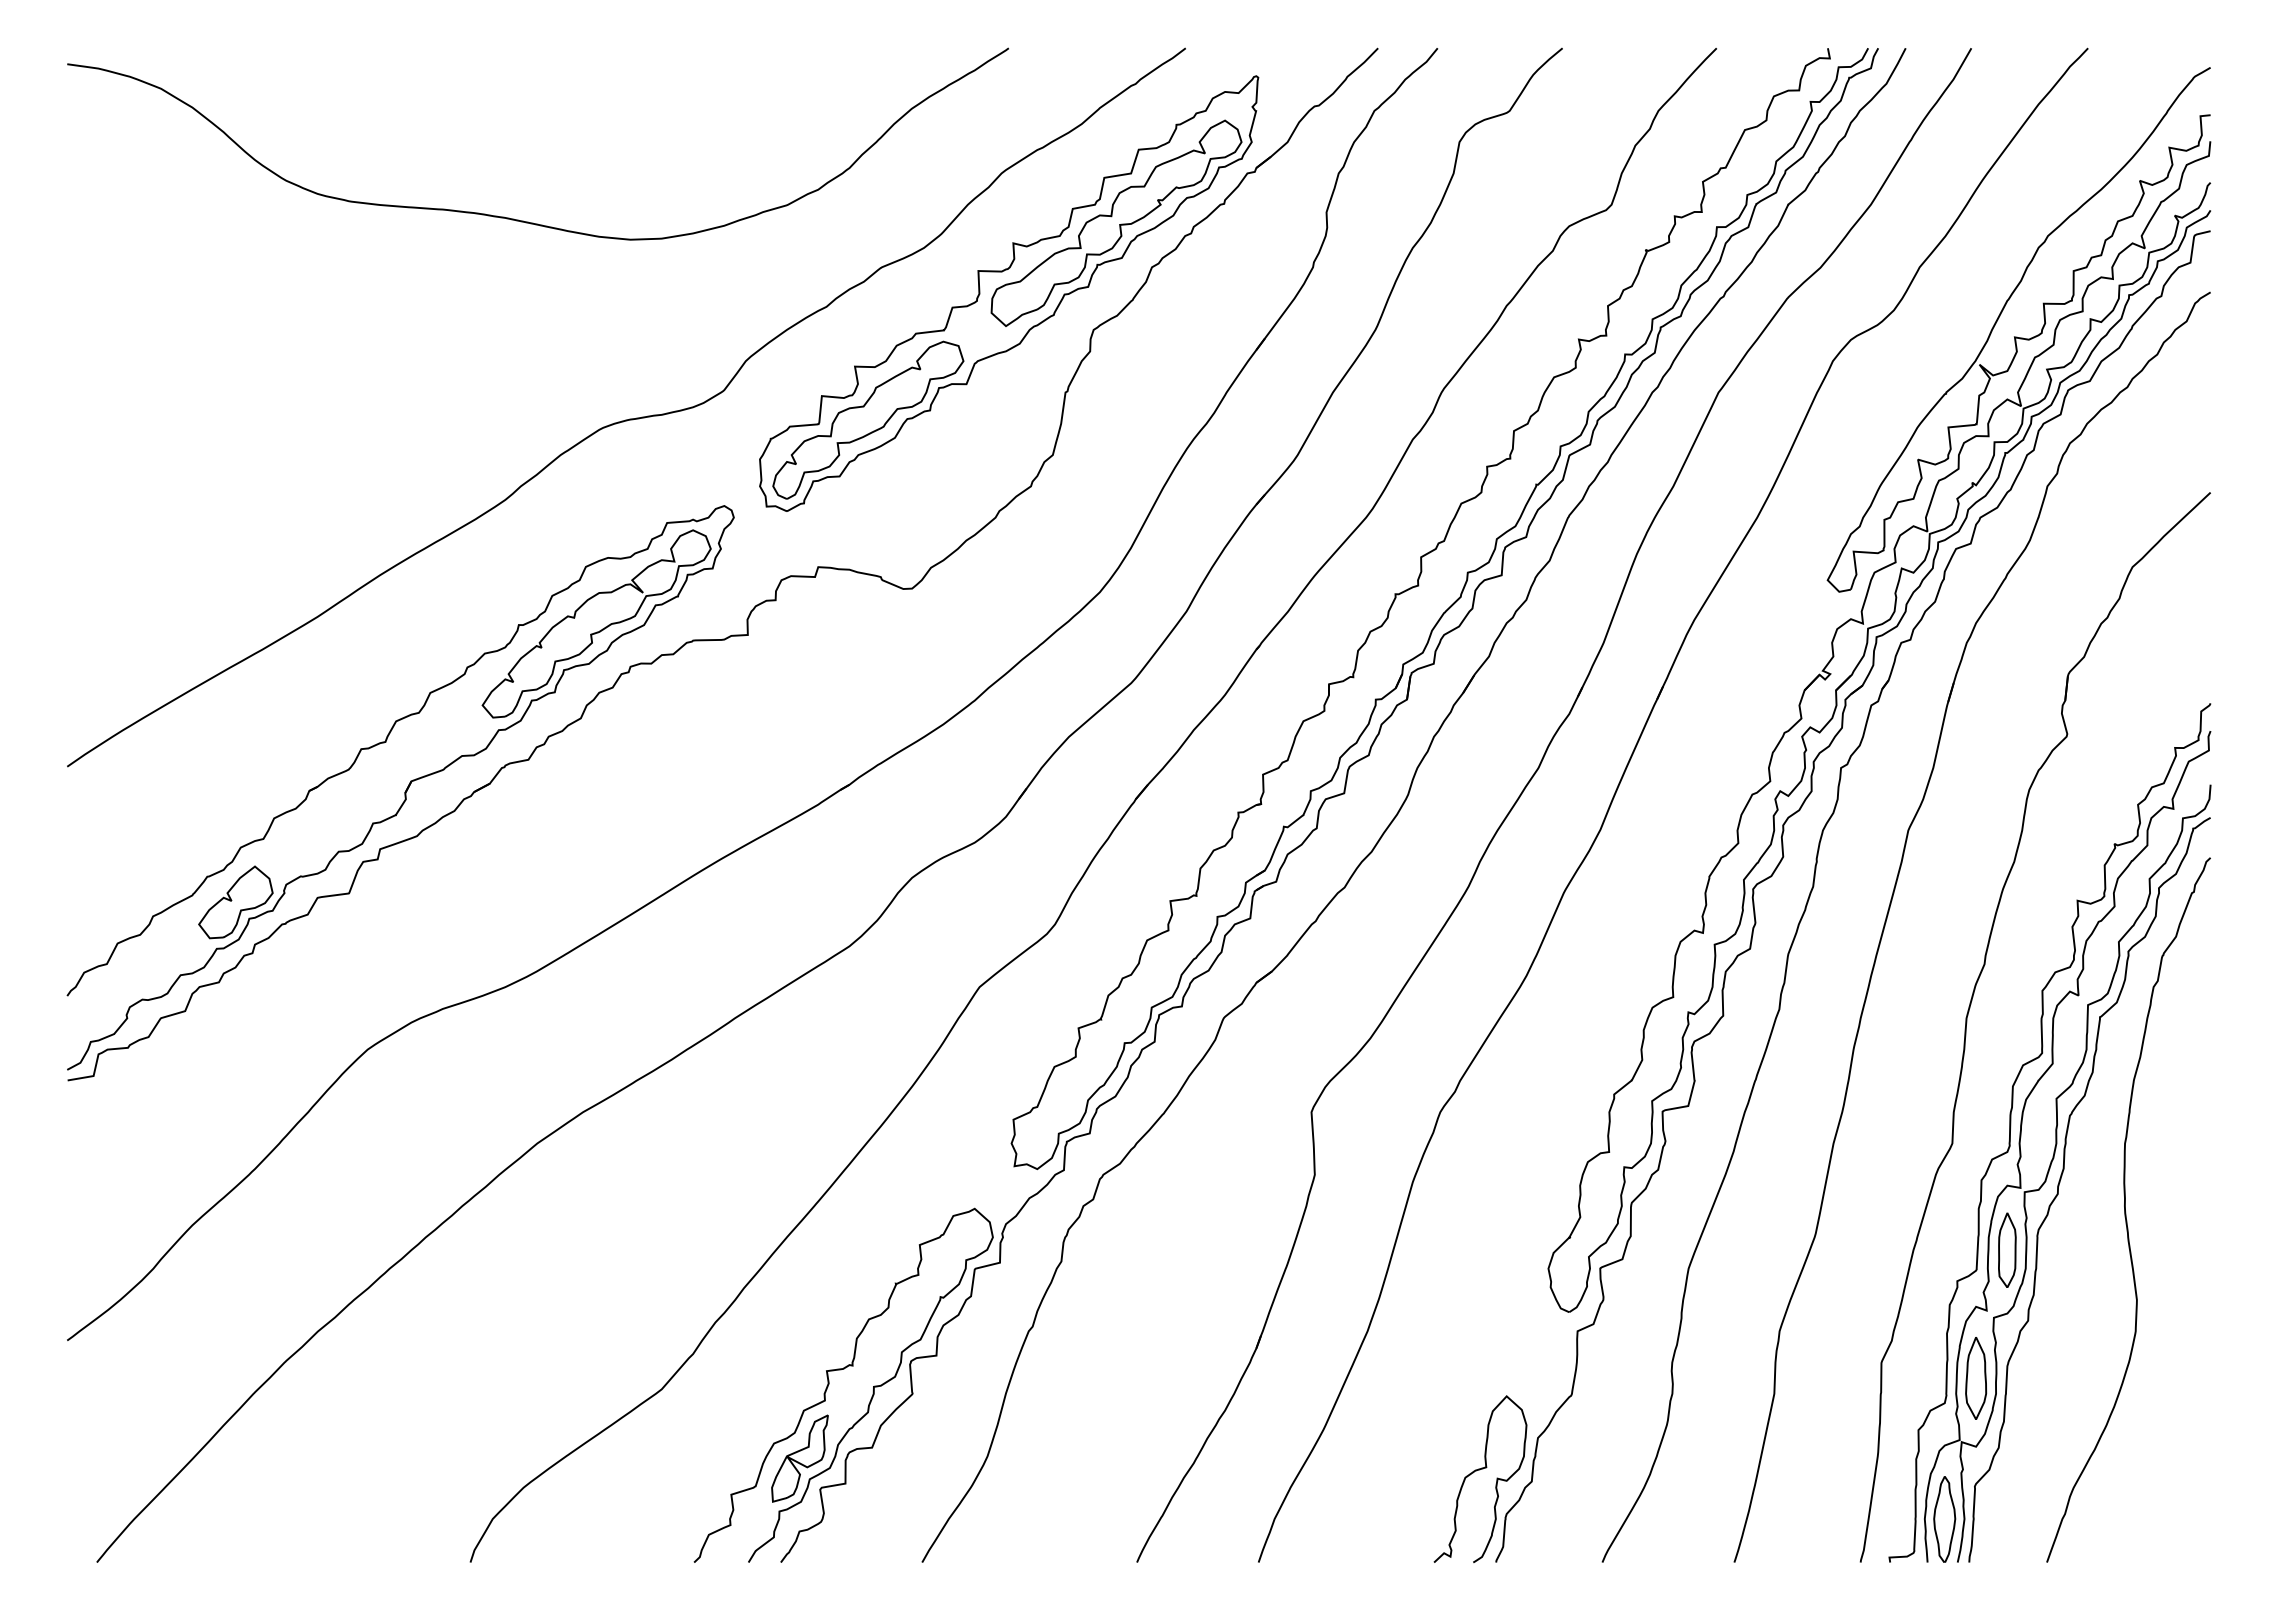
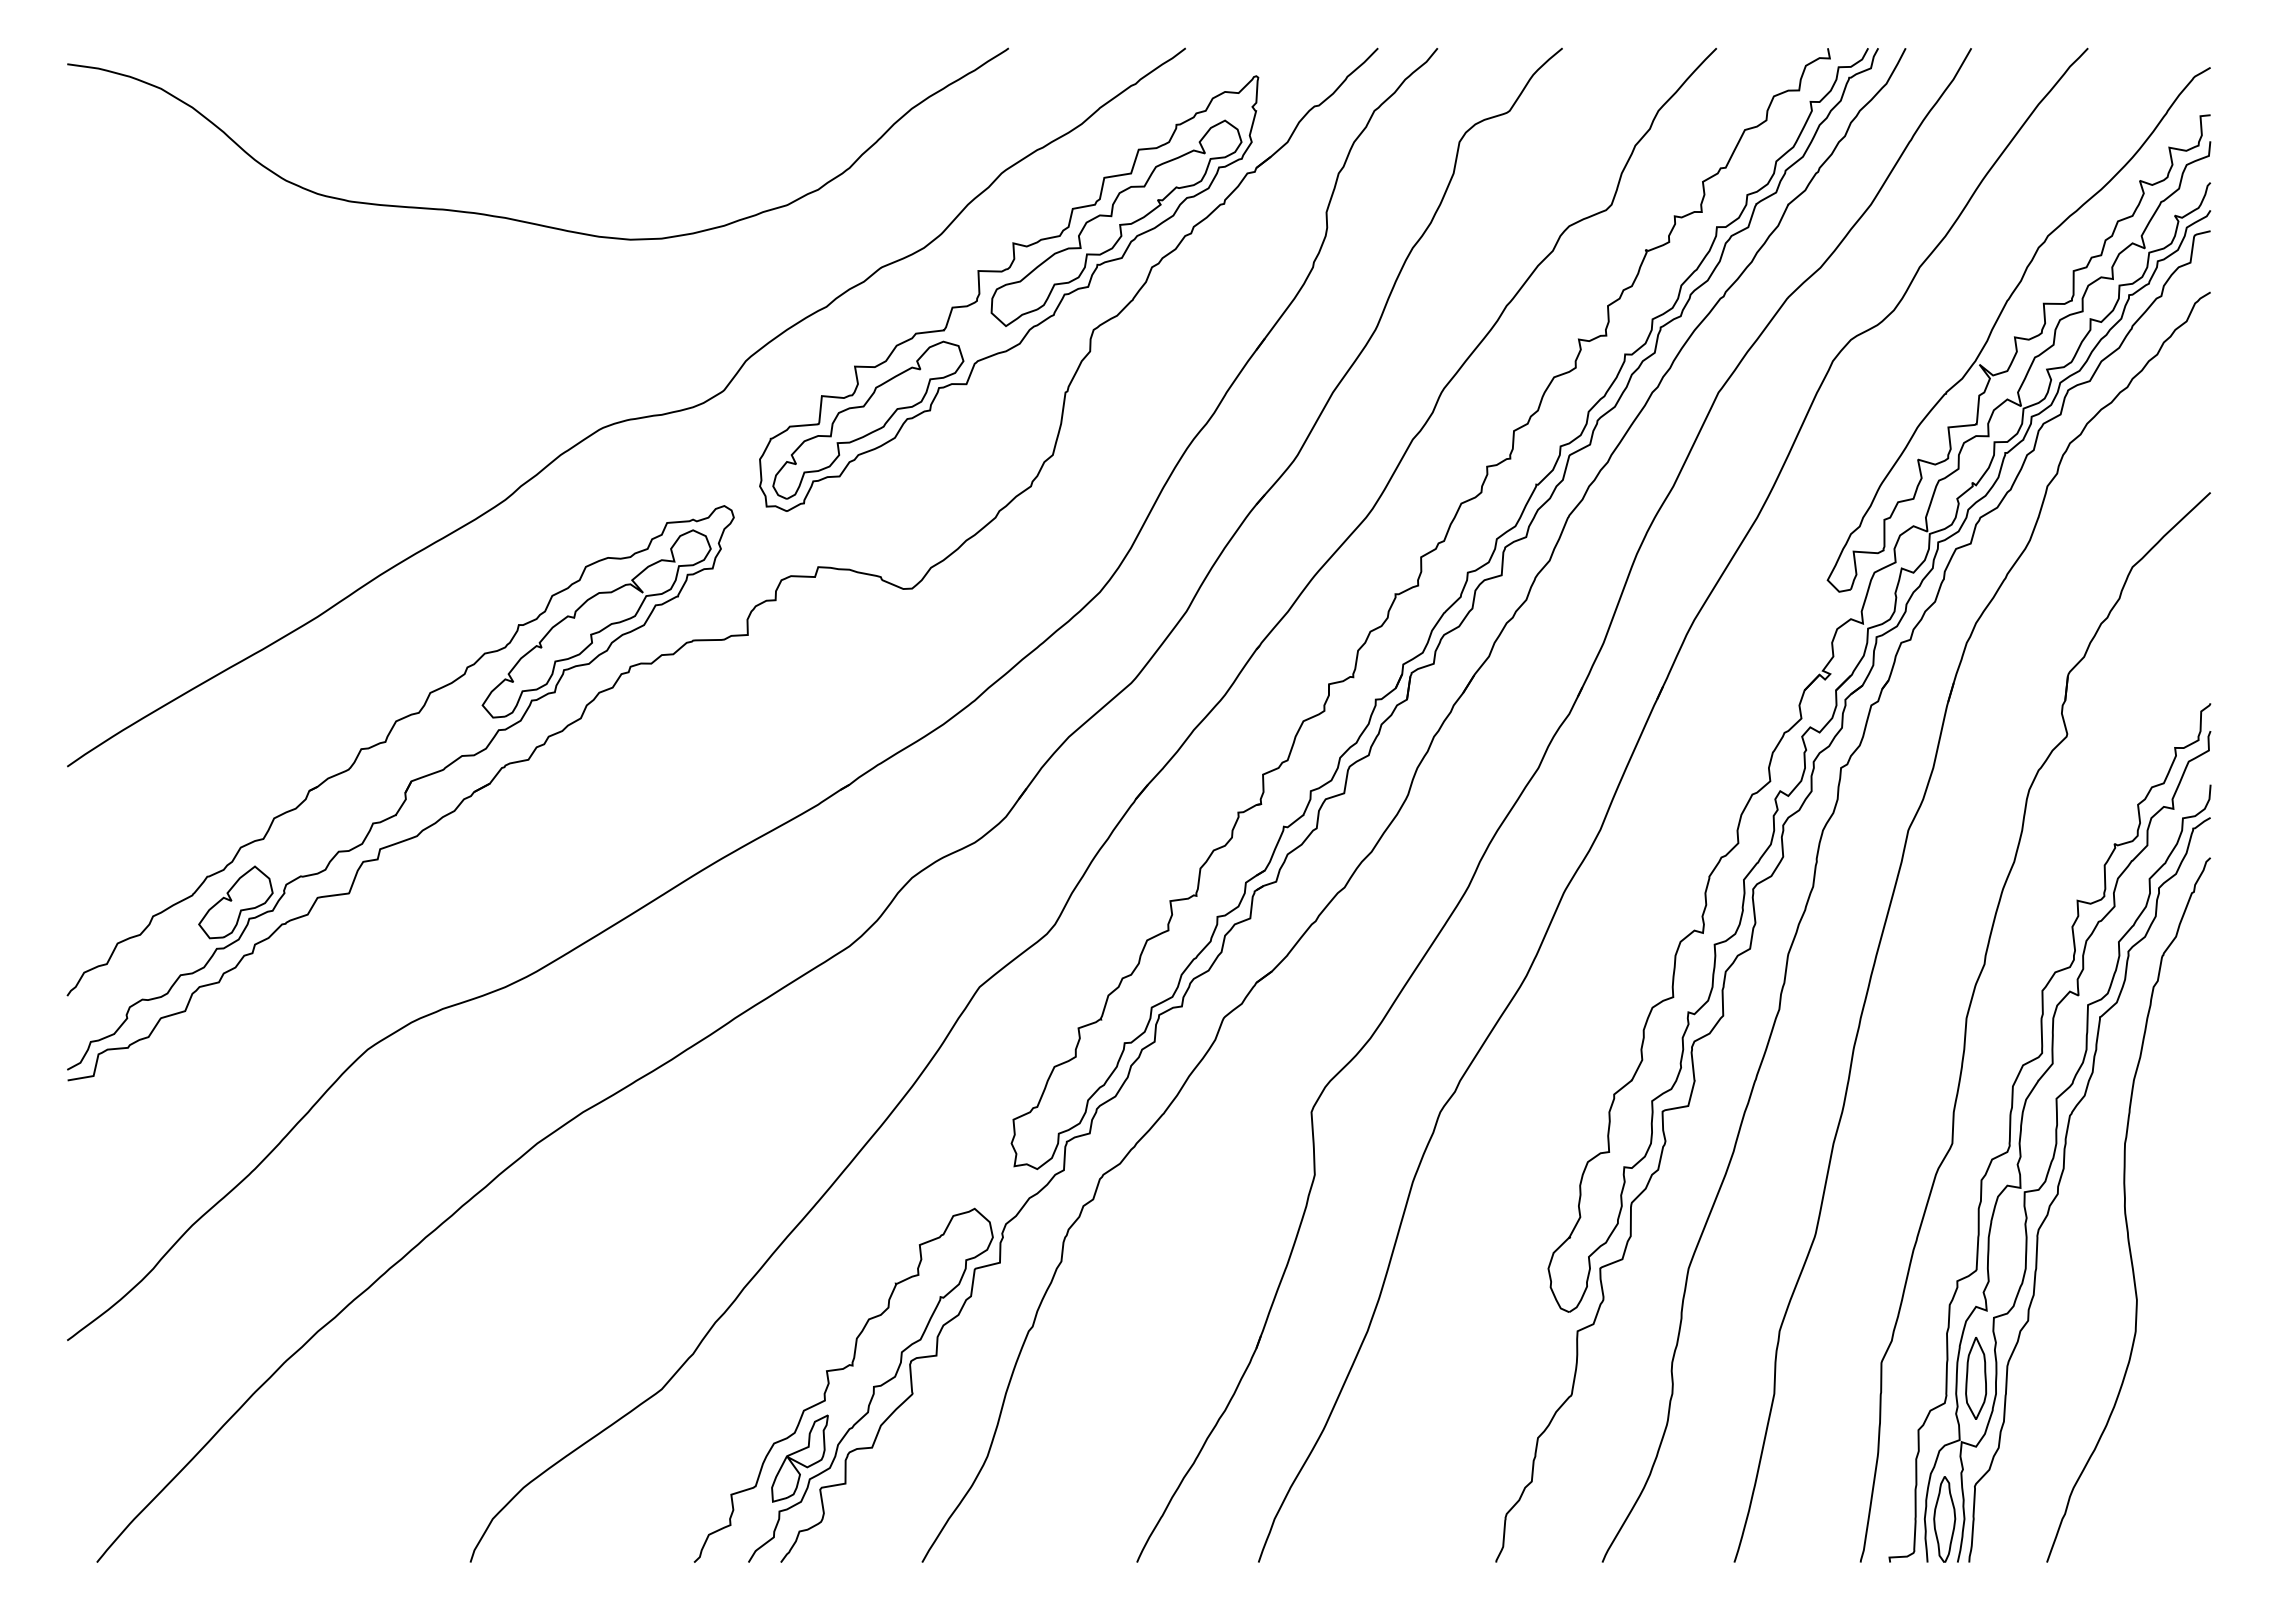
part at (2007, 1249): present -> none
curve at (1479, 1470): present -> none
